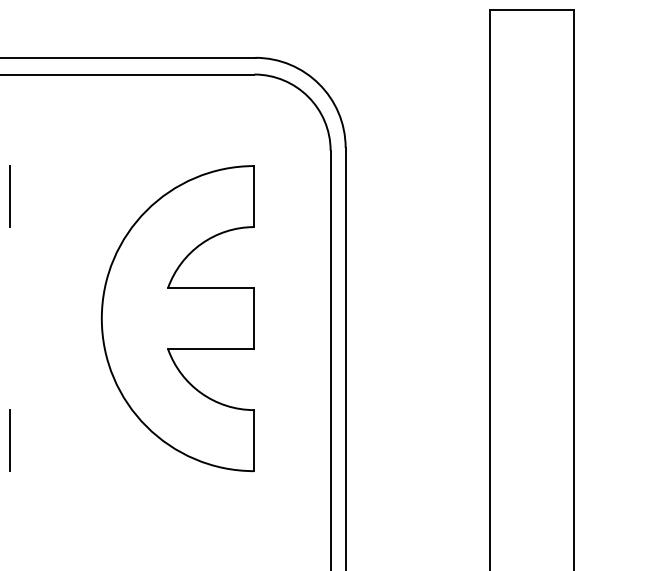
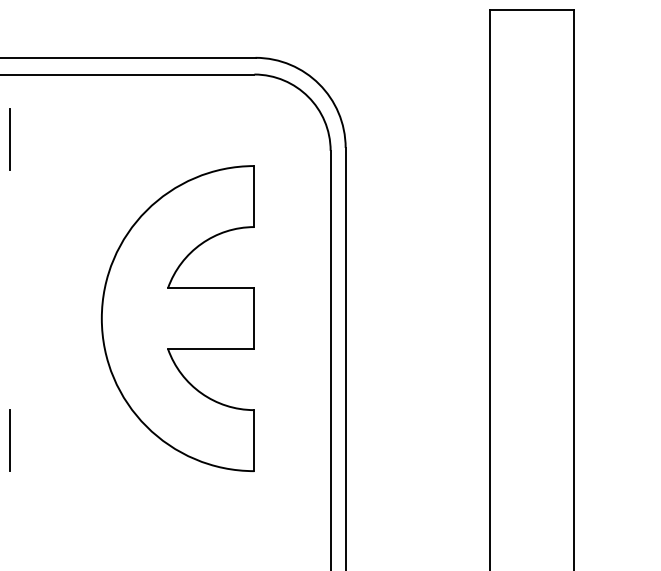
line at (9, 196) position: (9, 196) -> (9, 139)
